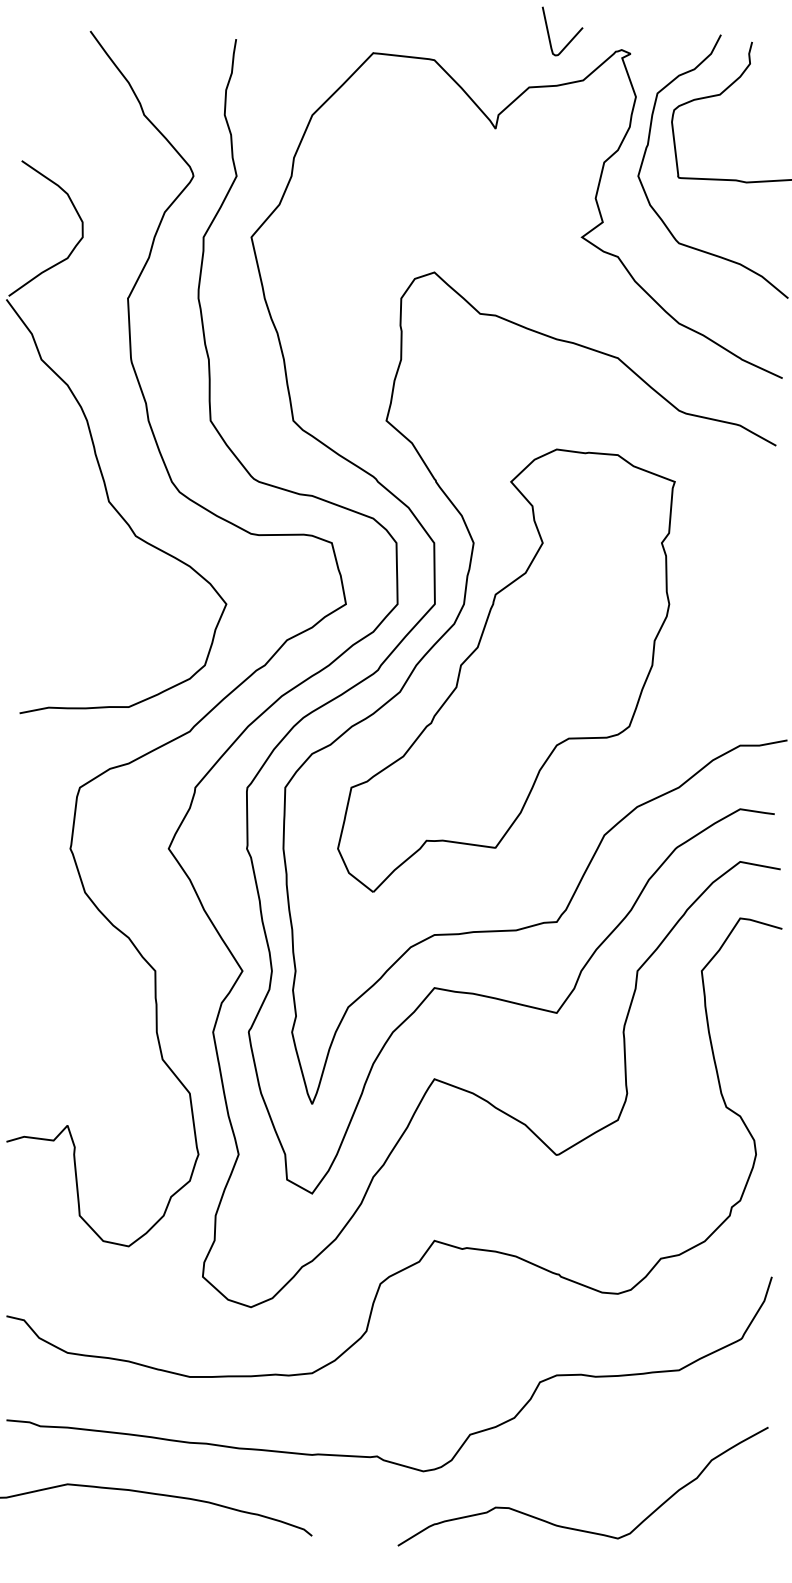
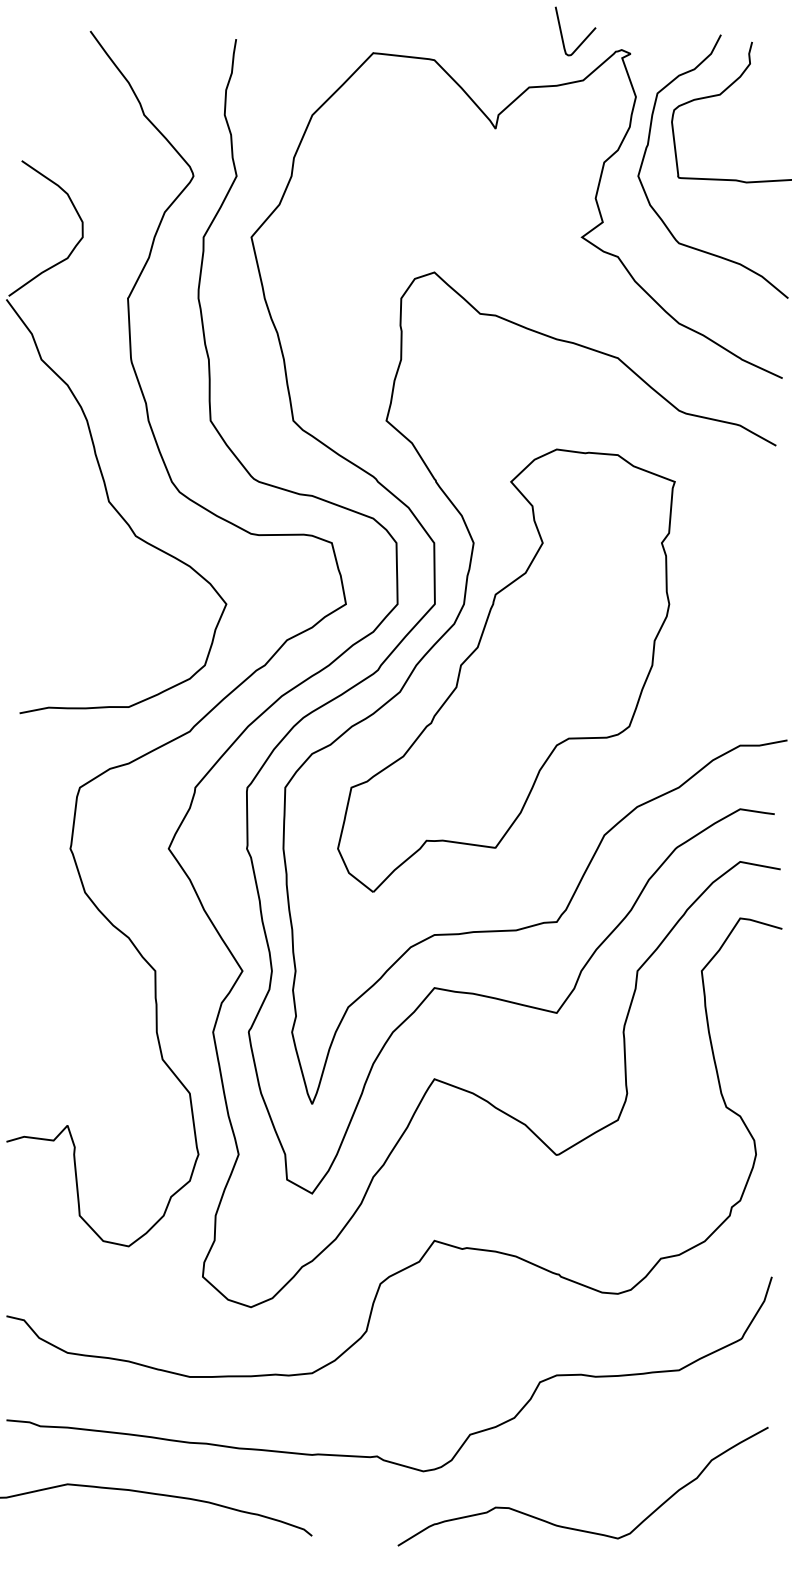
curve at (571, 38) position: (571, 38) -> (584, 38)
